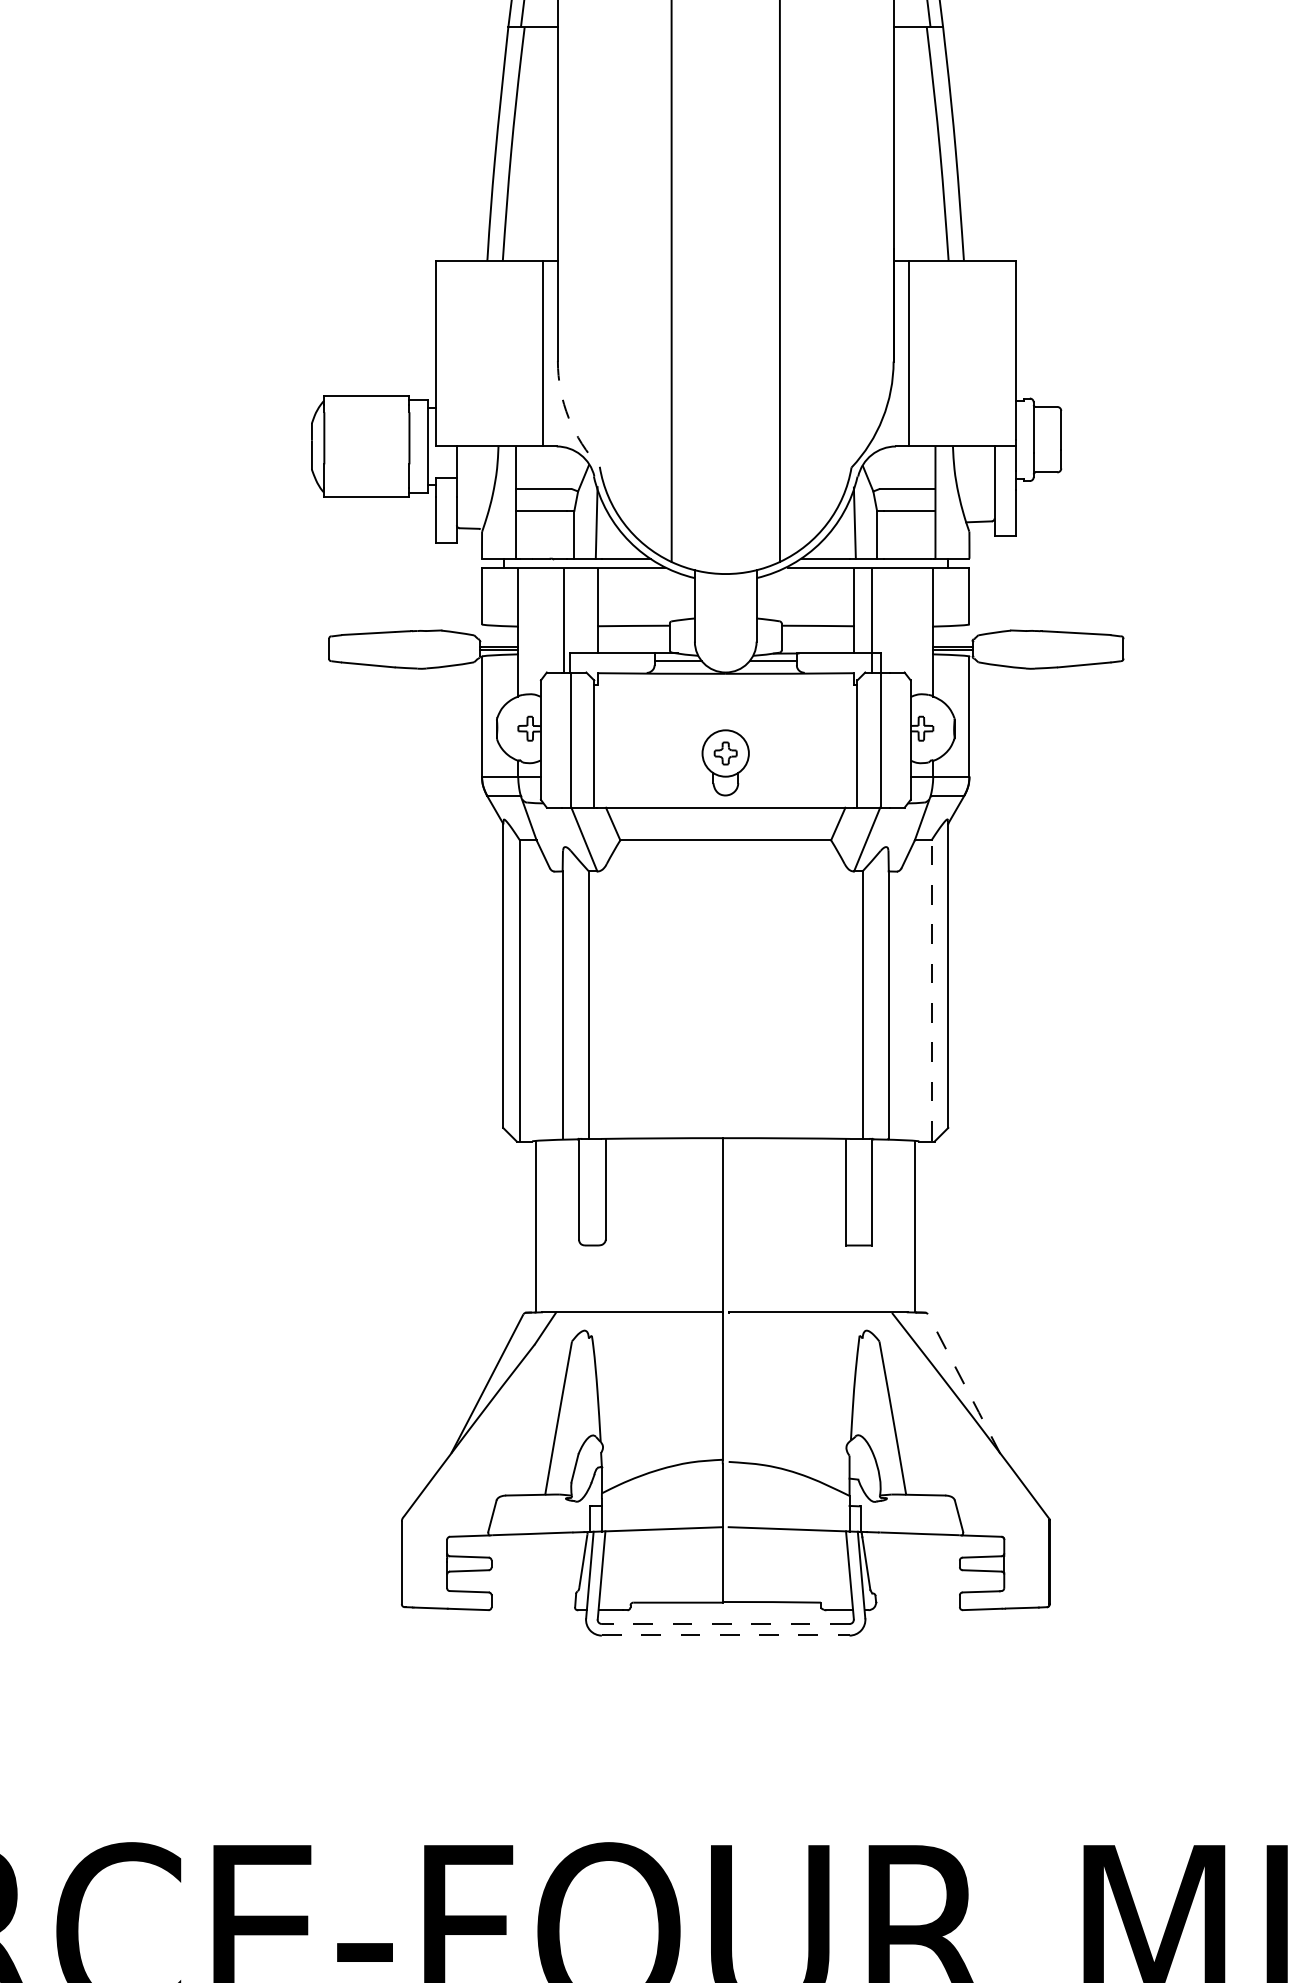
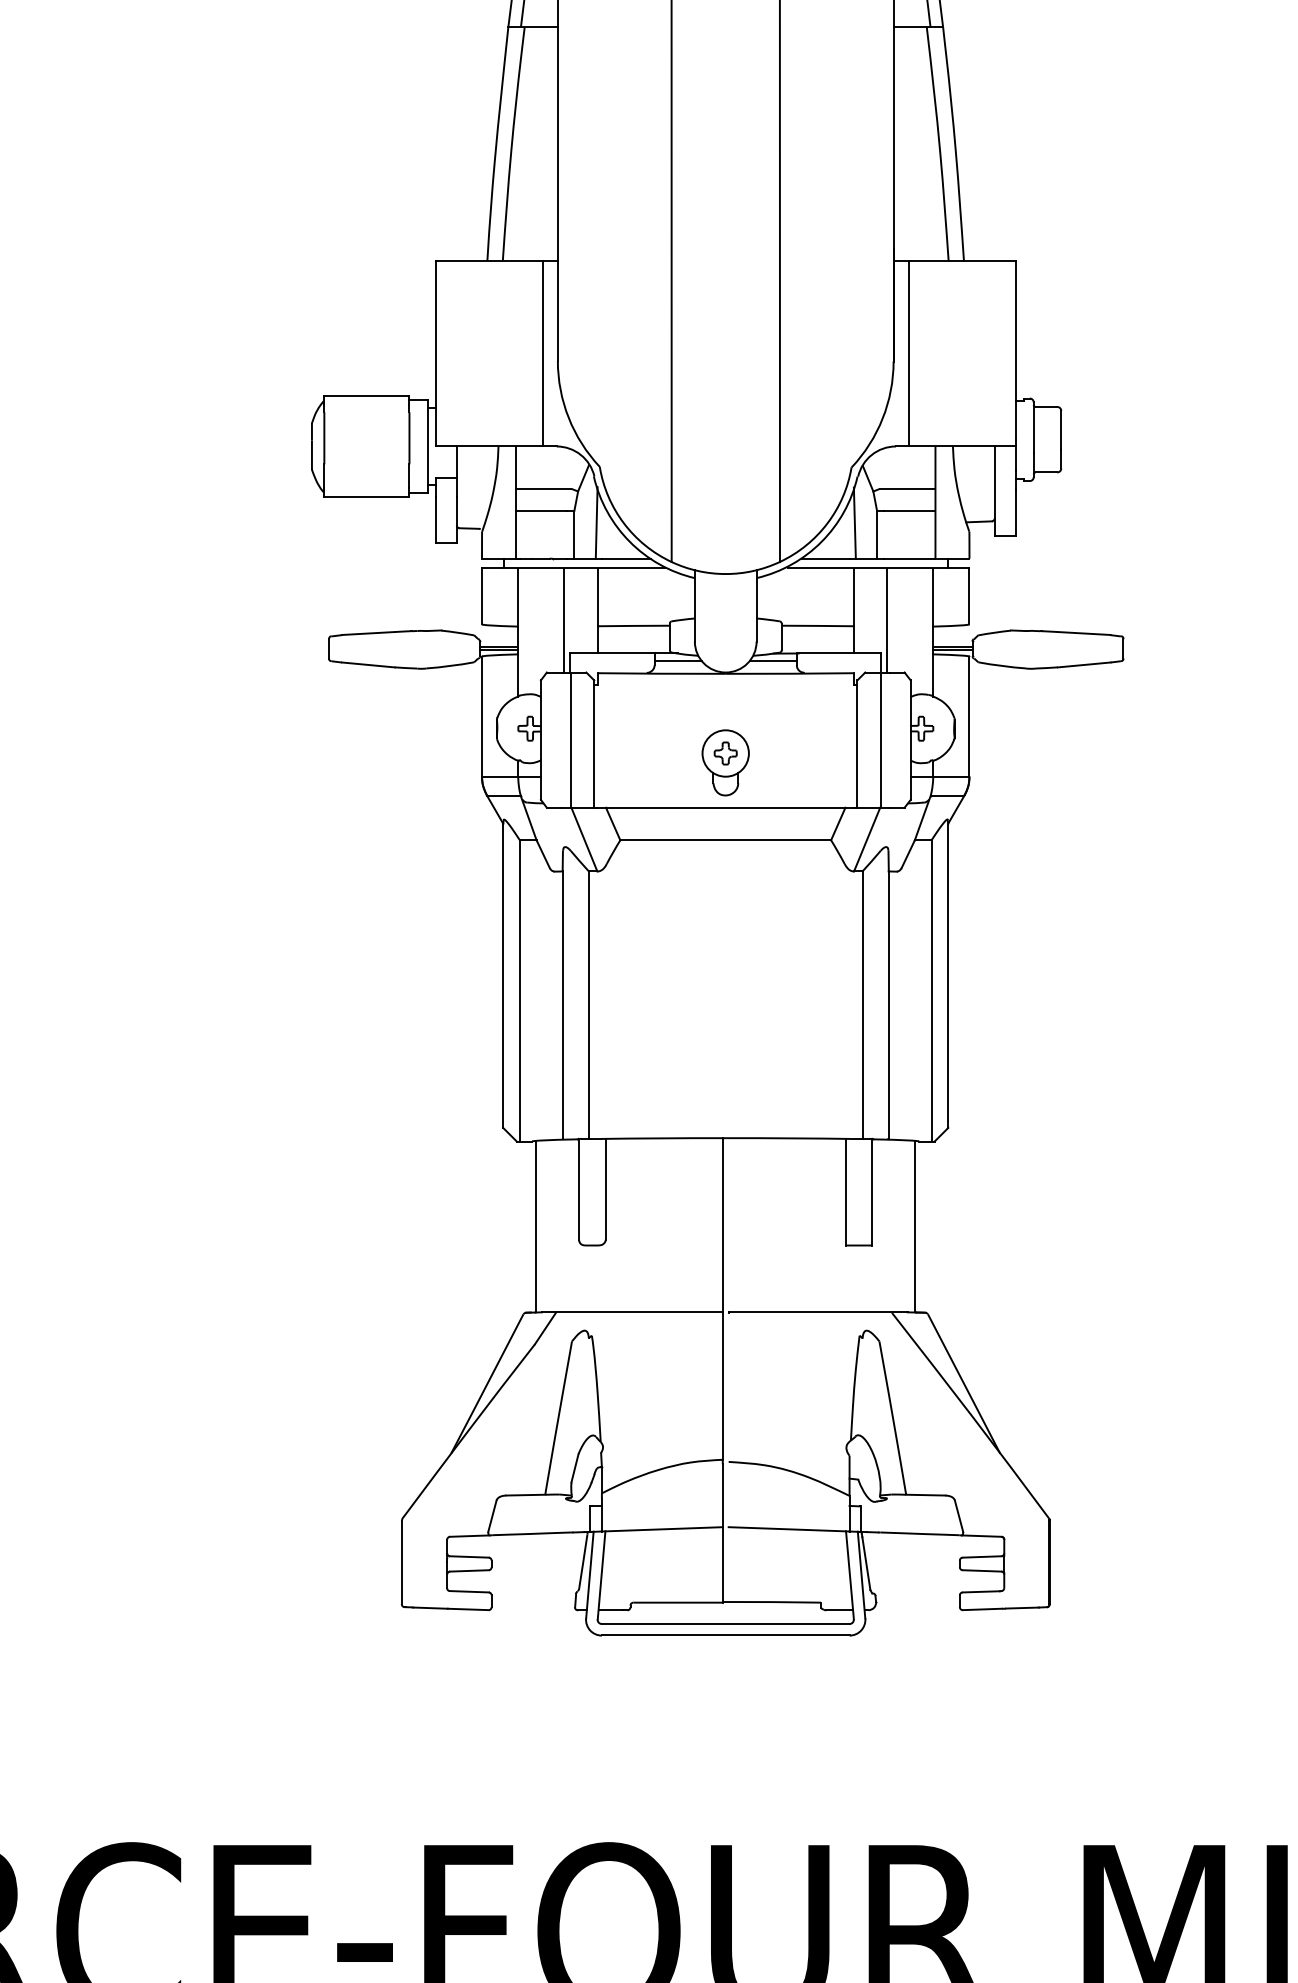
arc at (568, 417): dashed -> solid
line at (872, 620) position: (872, 620) -> (887, 620)
line at (931, 989): dashed -> solid
line at (964, 1384): dashed -> solid
line at (725, 1623): dashed -> solid
line at (725, 1635): dashed -> solid
